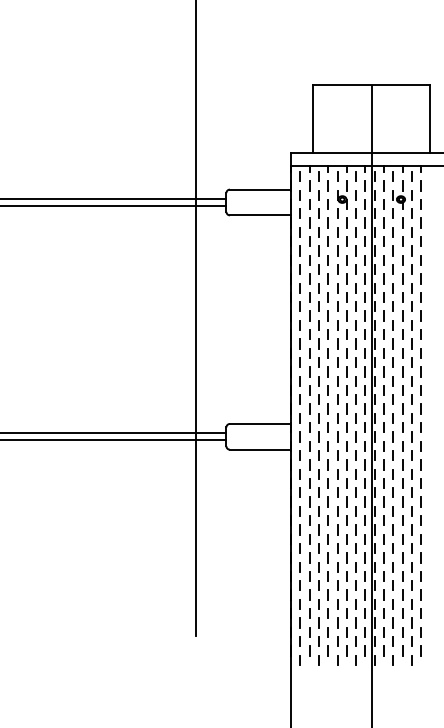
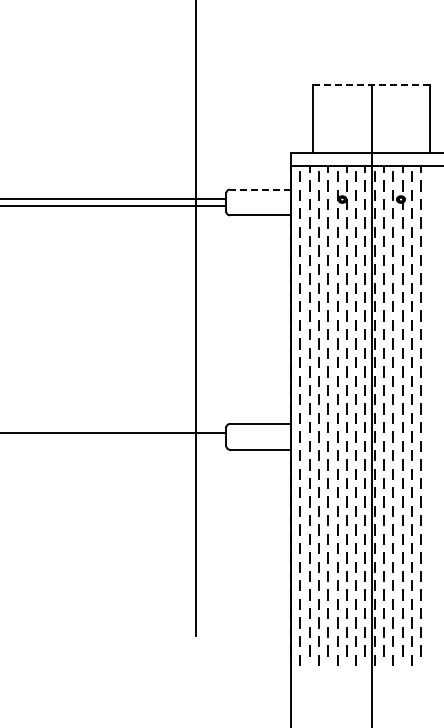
line at (371, 85): solid -> dashed
line at (259, 189): solid -> dashed
line at (114, 440): present -> none
